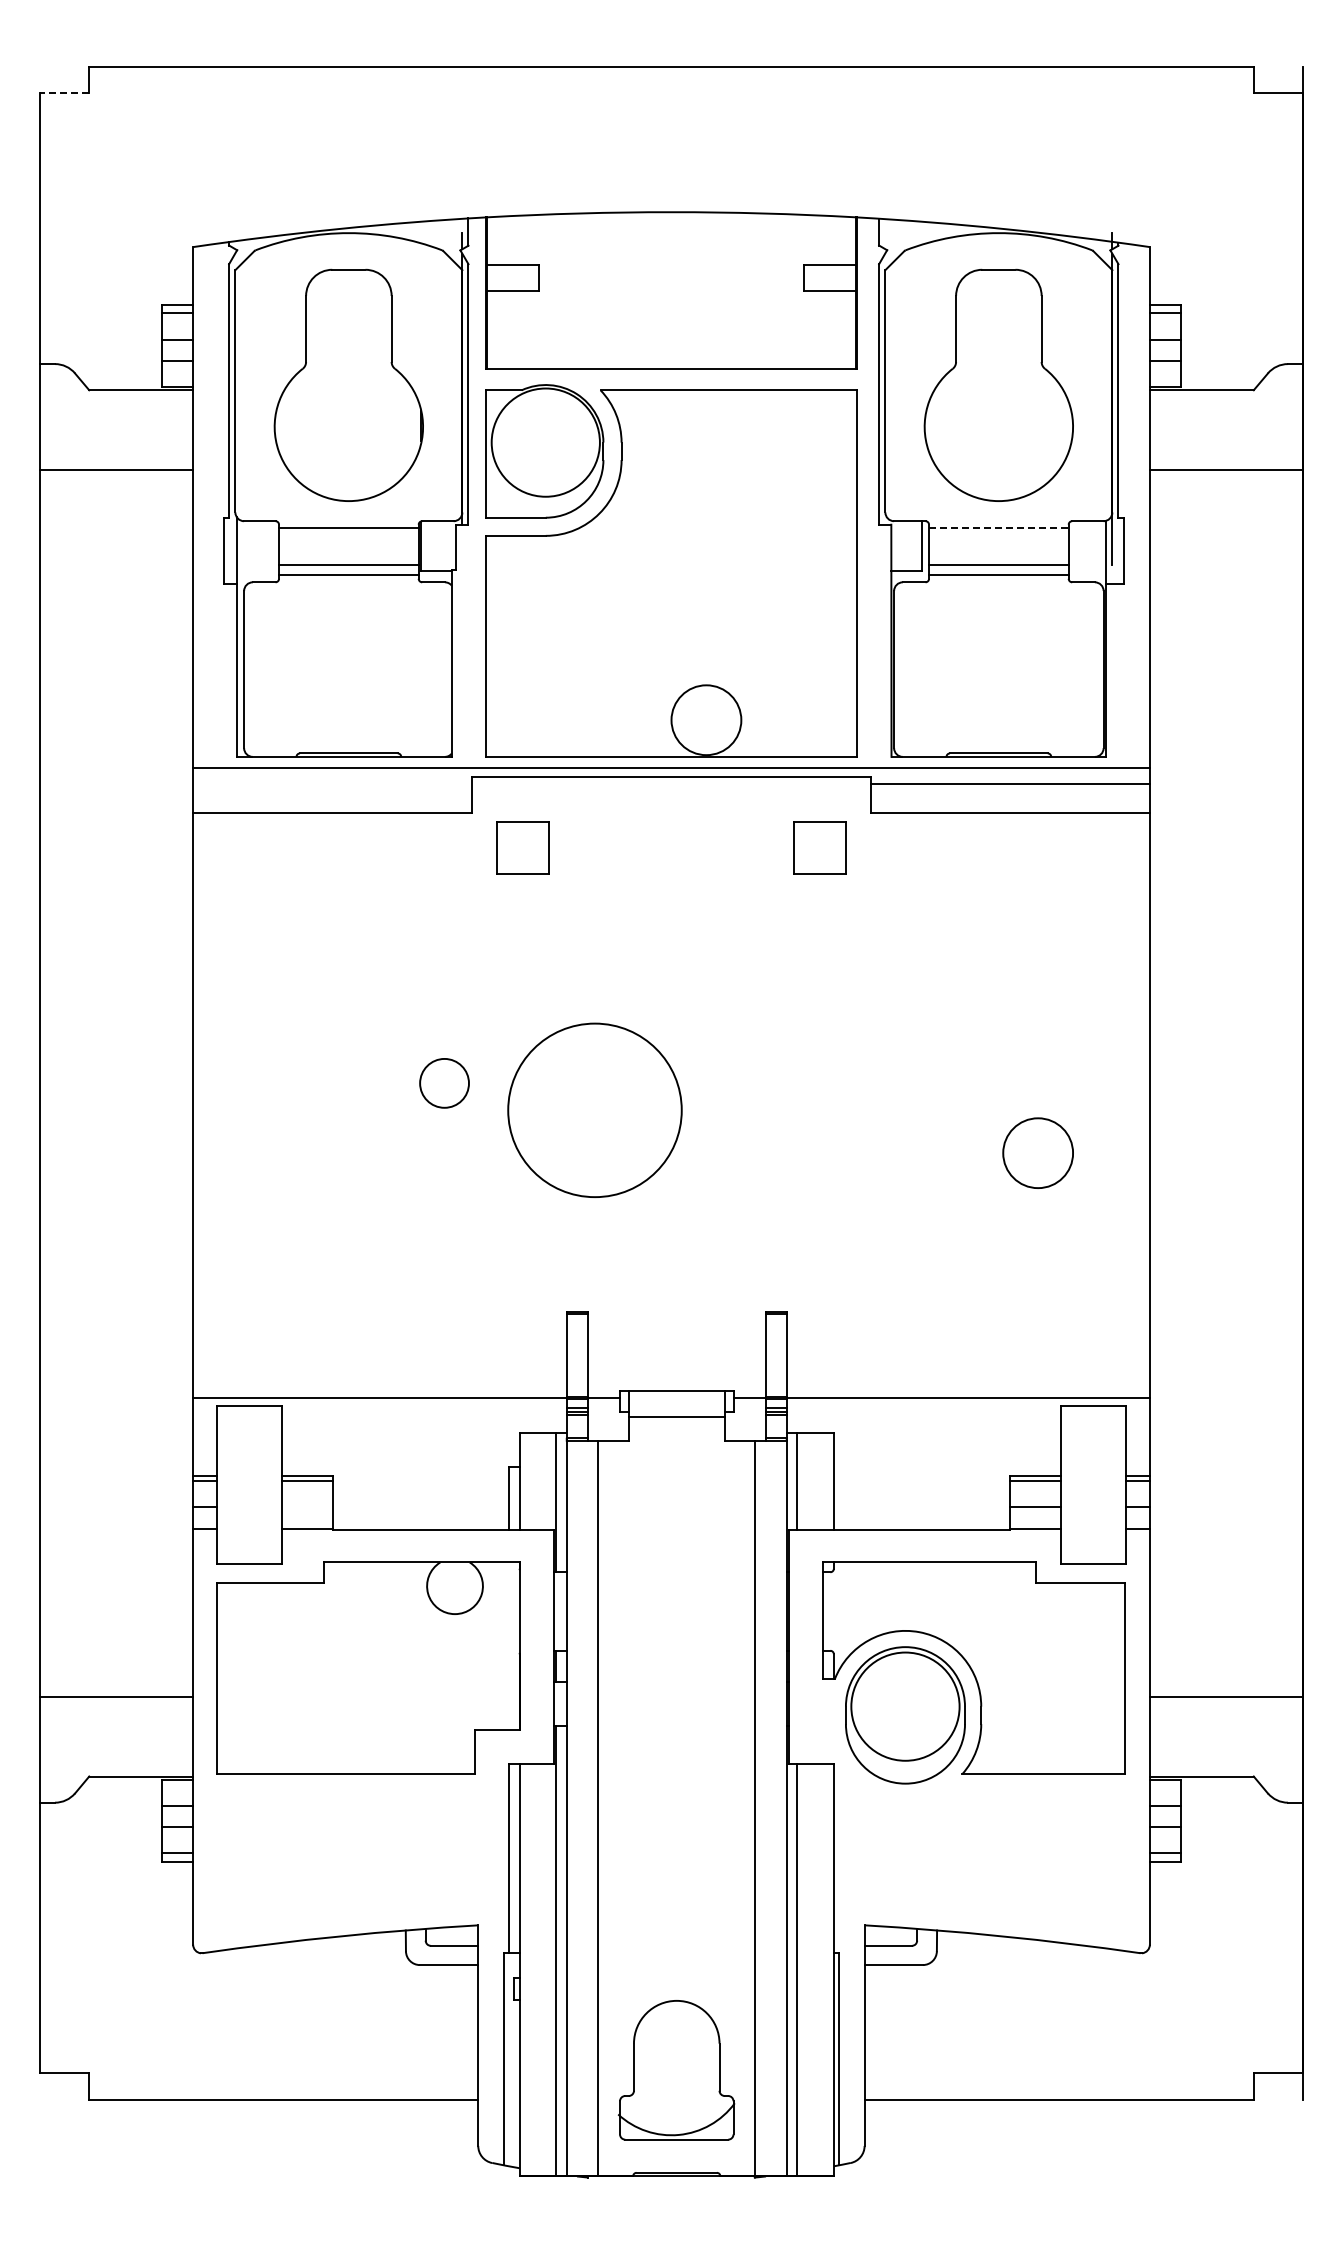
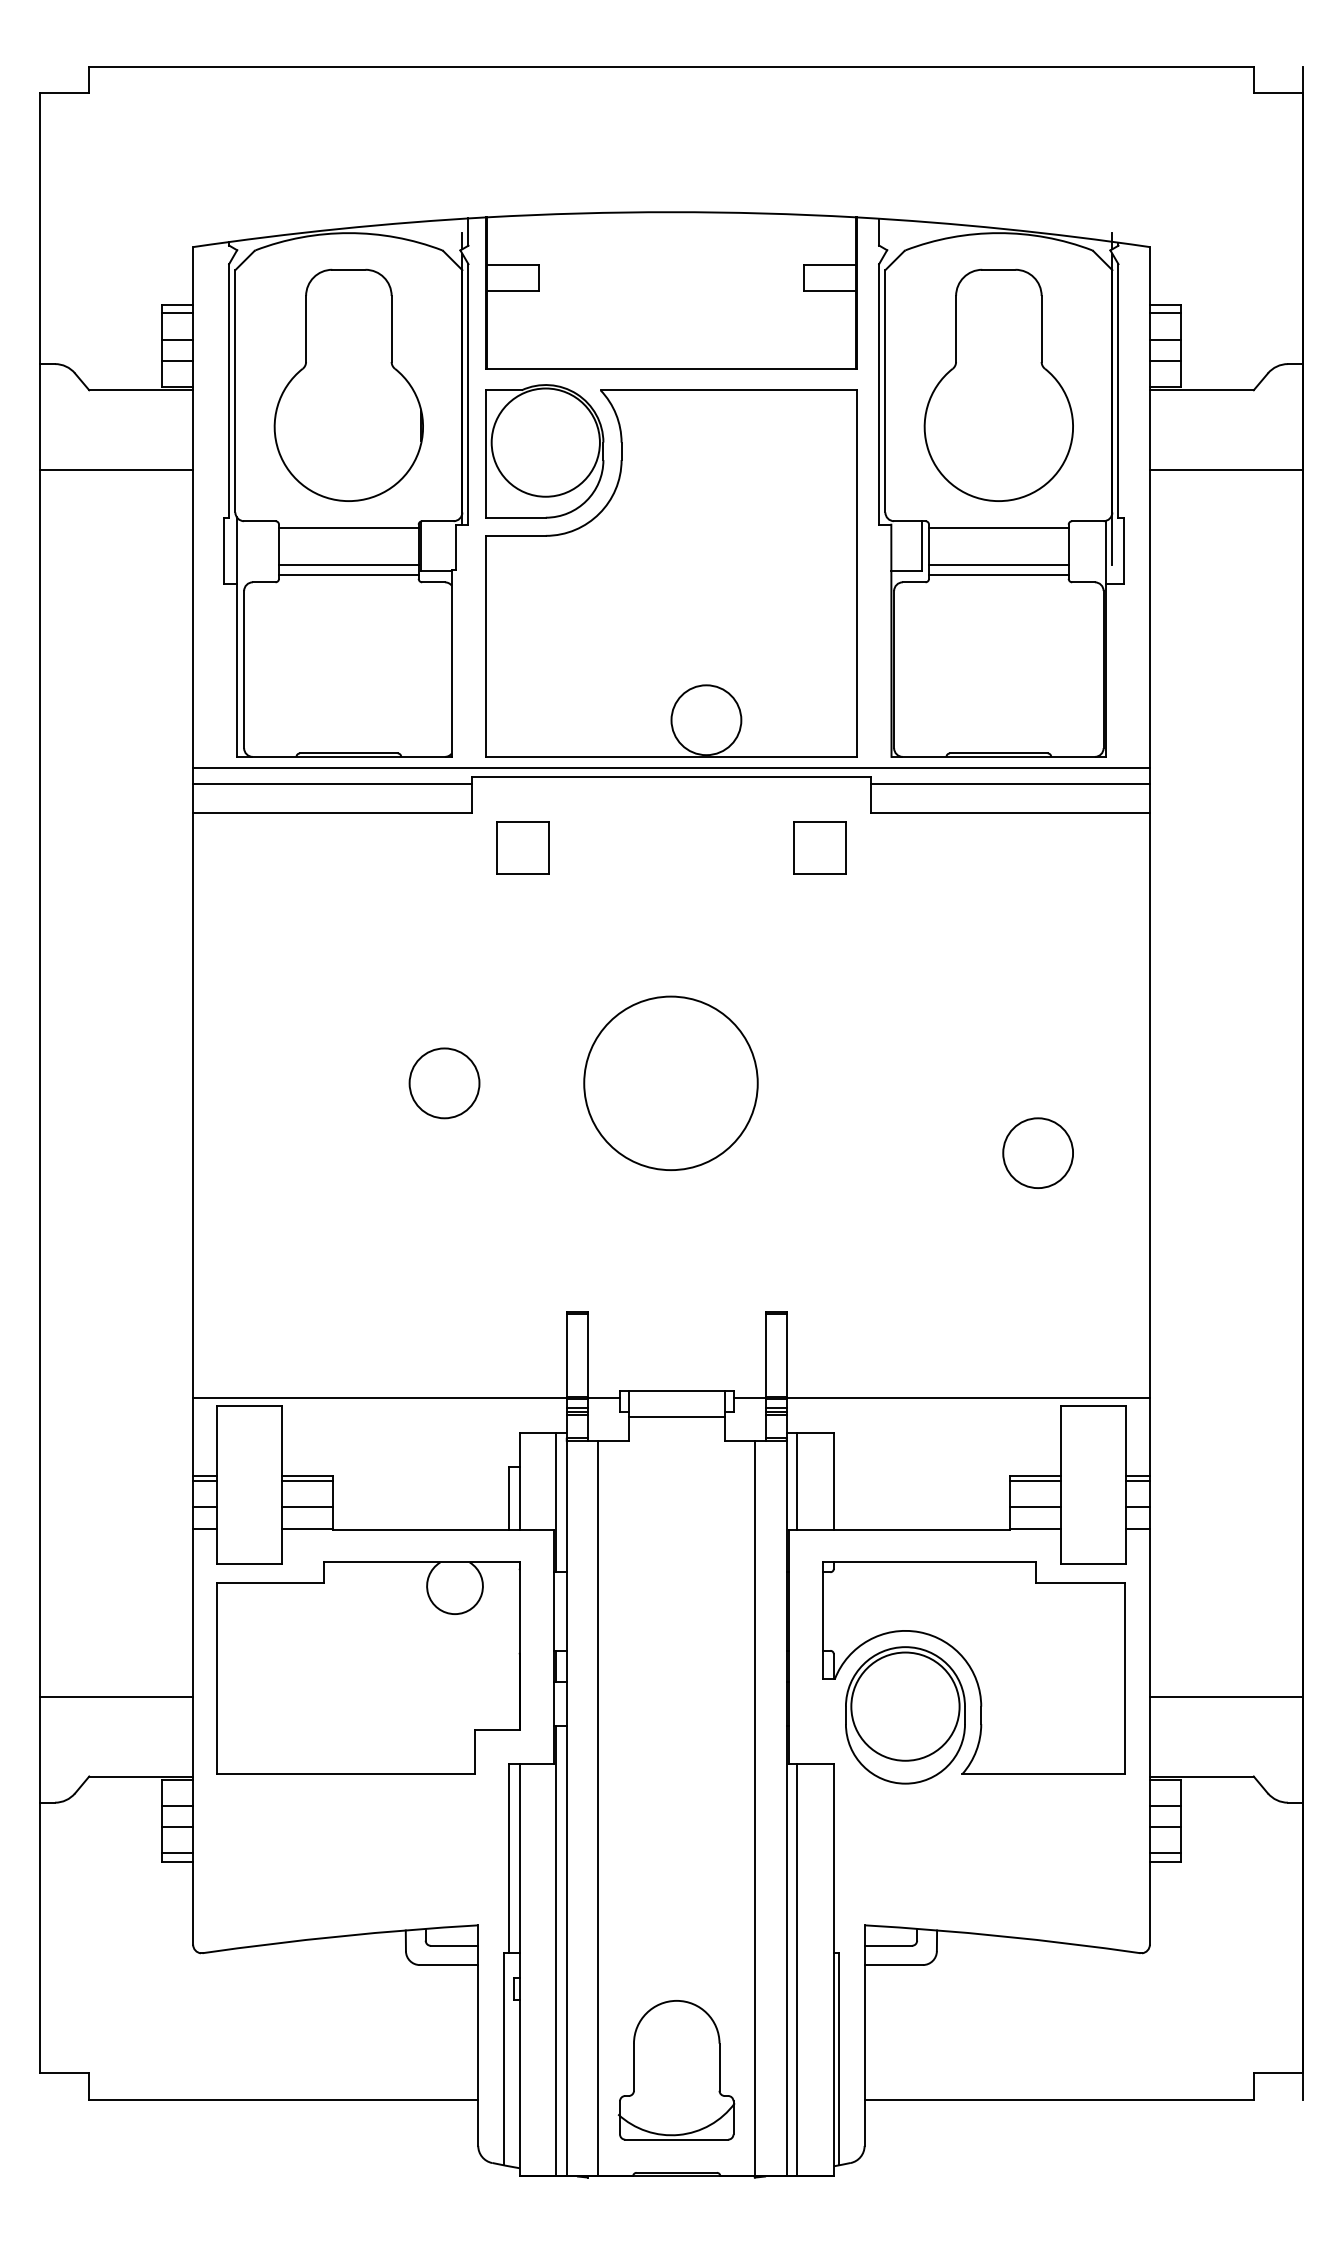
line at (64, 93): dashed -> solid
line at (998, 528): dashed -> solid
line at (332, 784): none -> present
circle at (444, 1082) diameter: 49 px -> 70 px
circle at (594, 1109) position: (594, 1109) -> (670, 1082)
line at (307, 1506): none -> present
